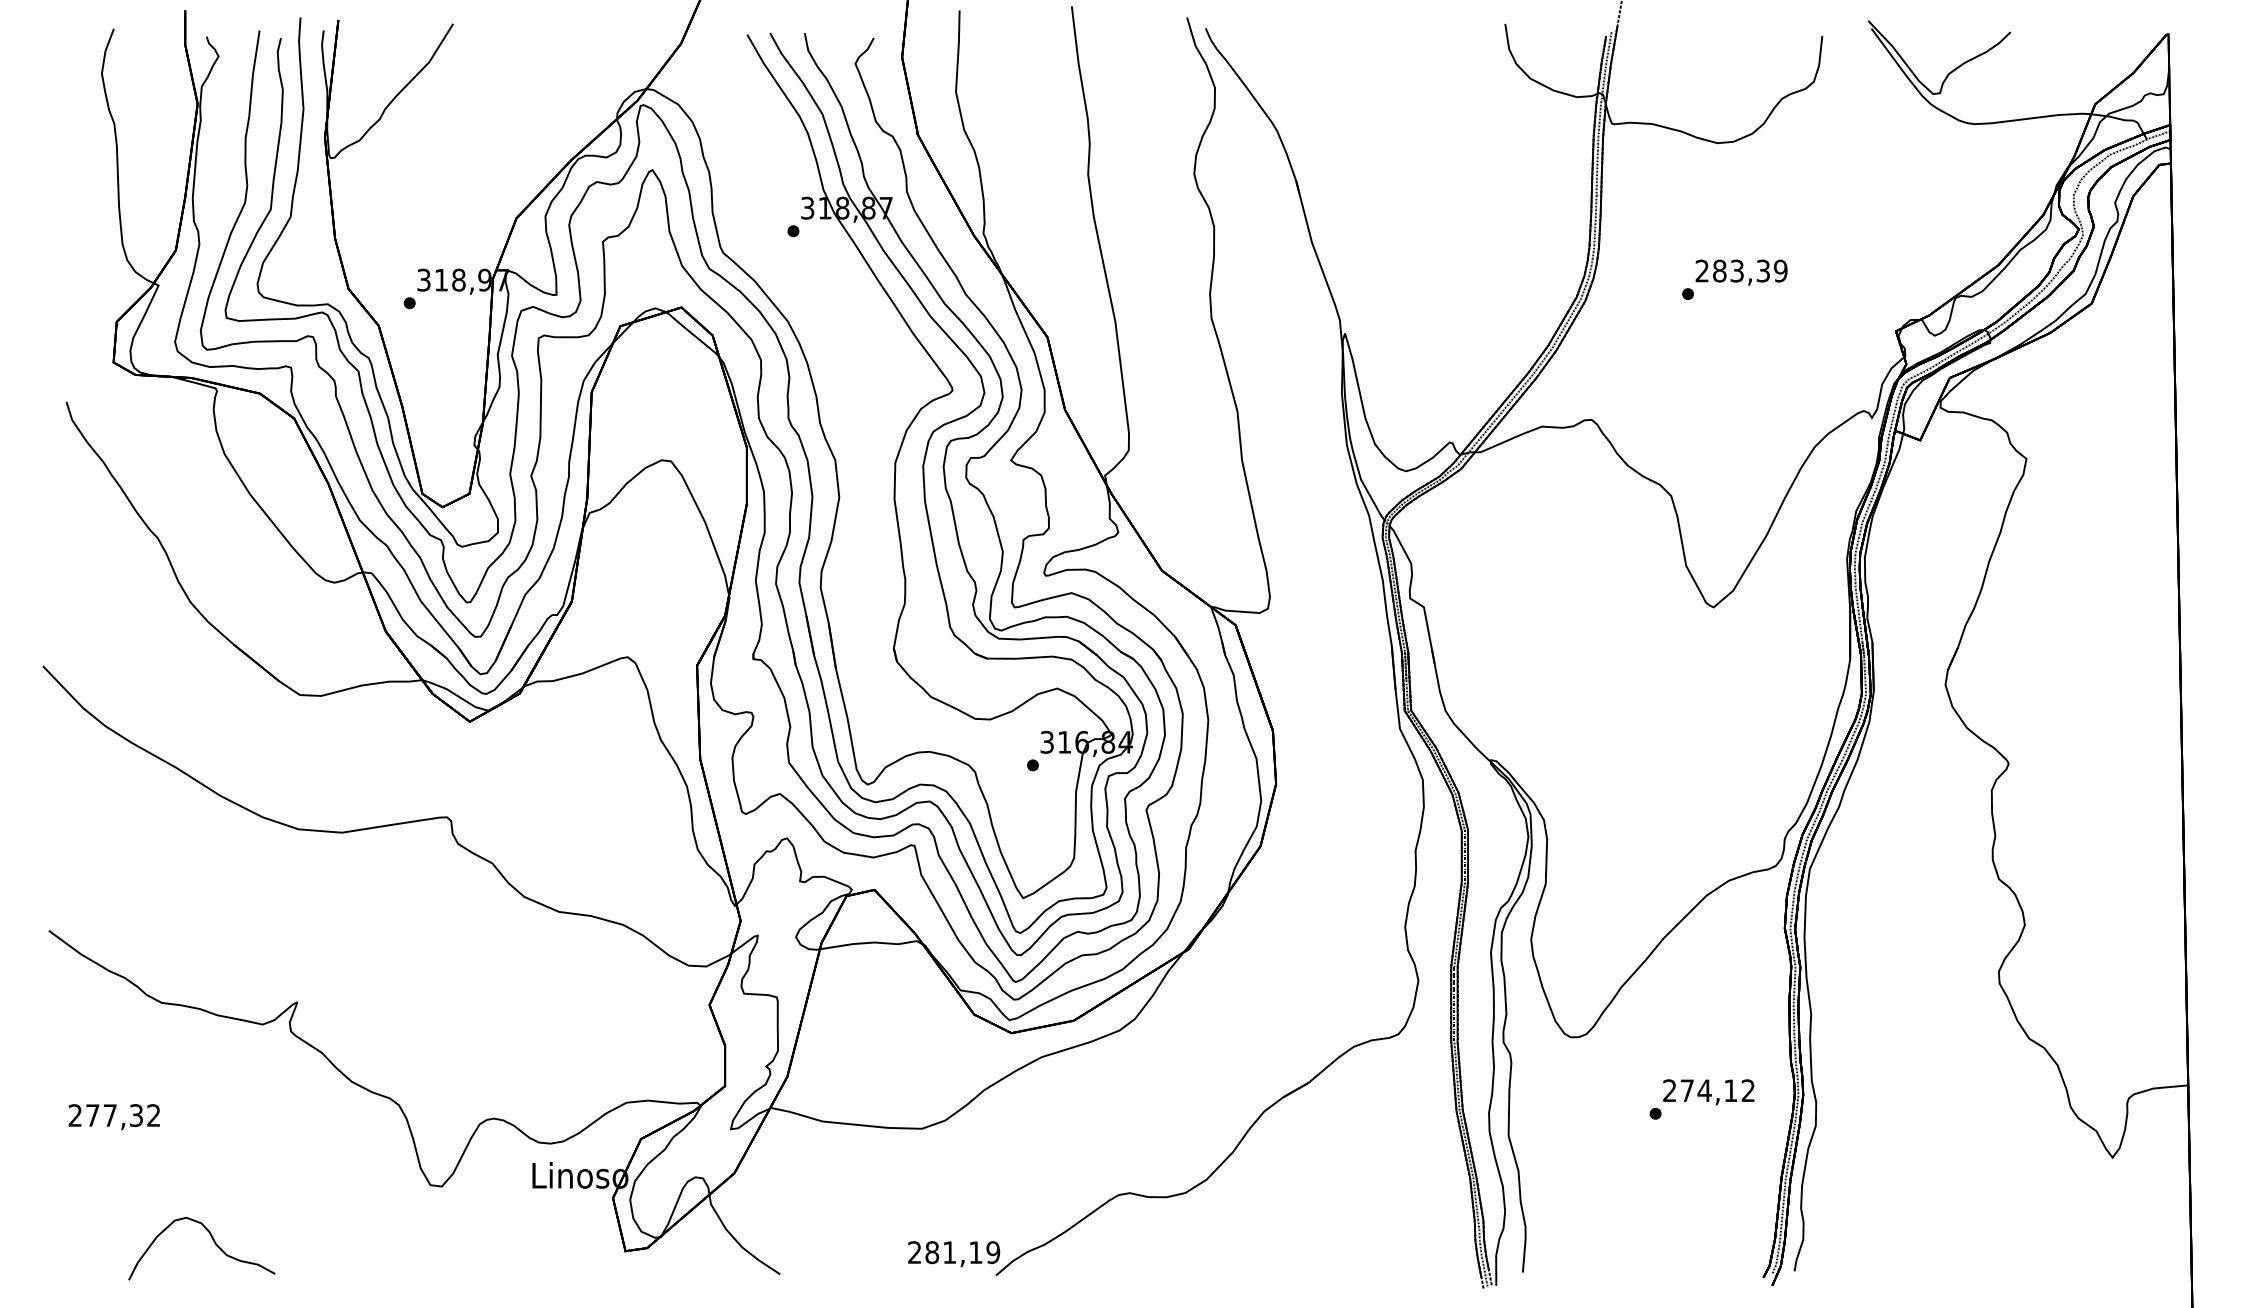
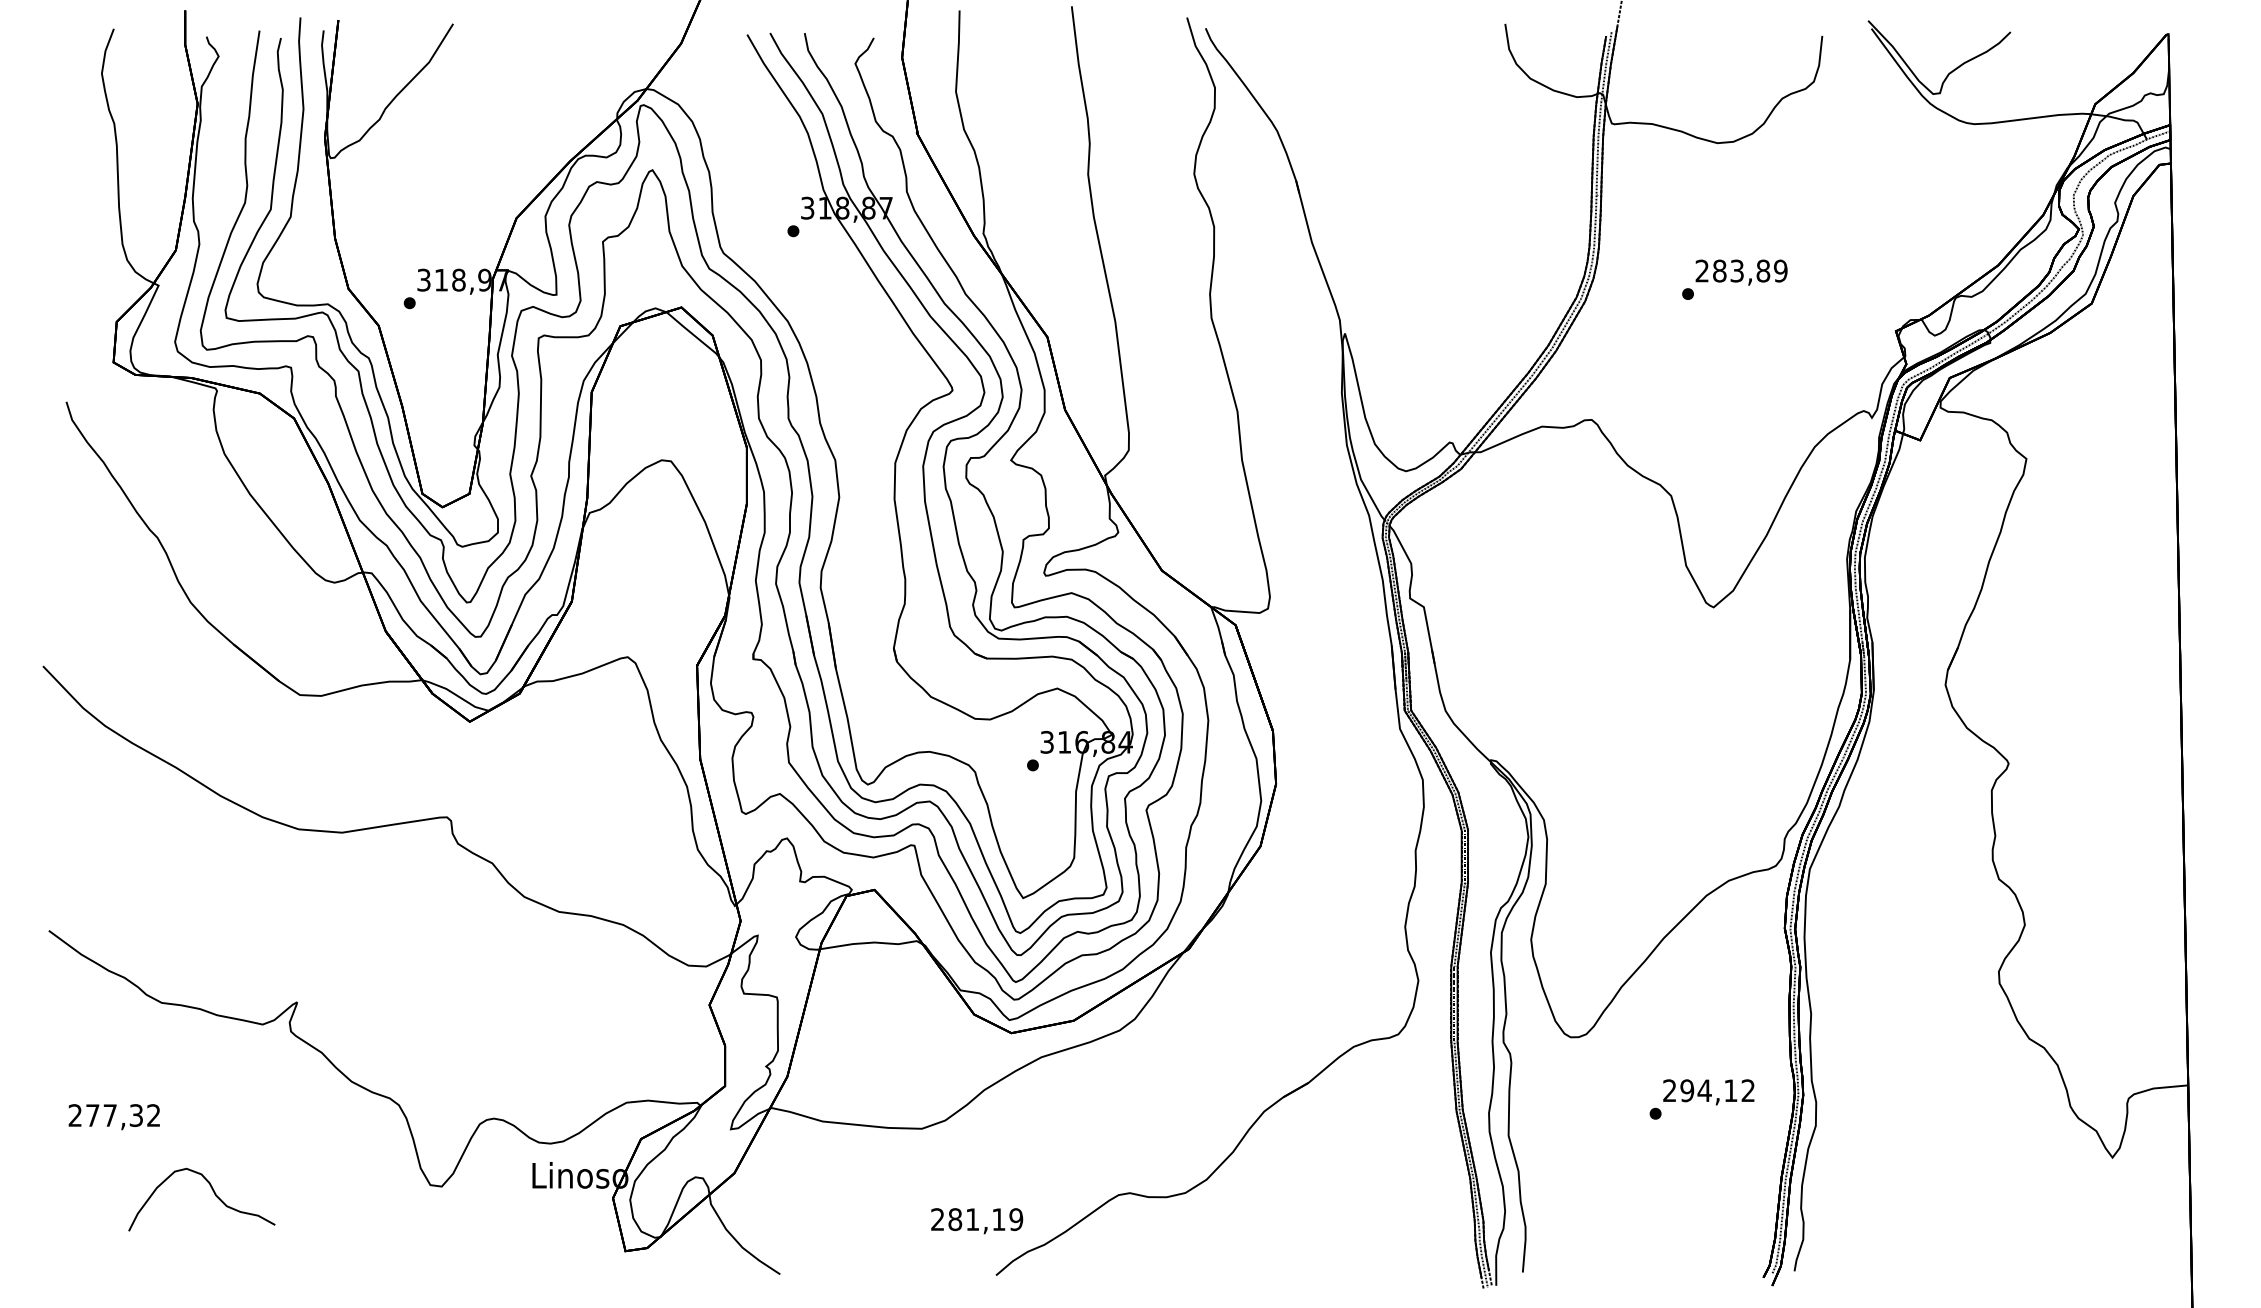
text at (1763, 270): 283,39 -> 283,89
text at (1687, 1090): 274,12 -> 294,12
part at (212, 1240) position: (212, 1240) -> (212, 1191)
text at (954, 1254) position: (954, 1254) -> (977, 1221)
